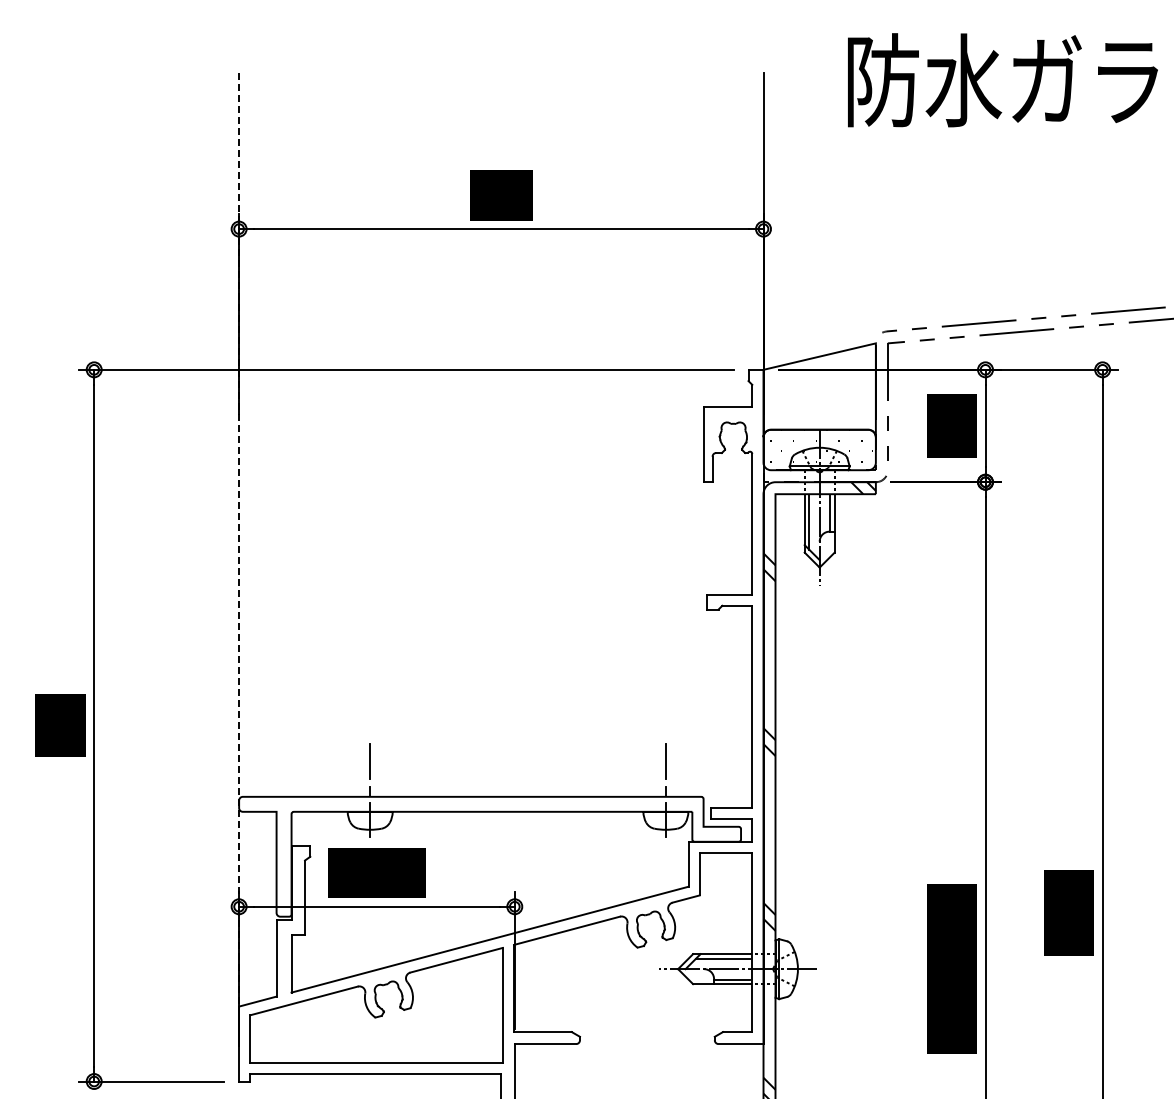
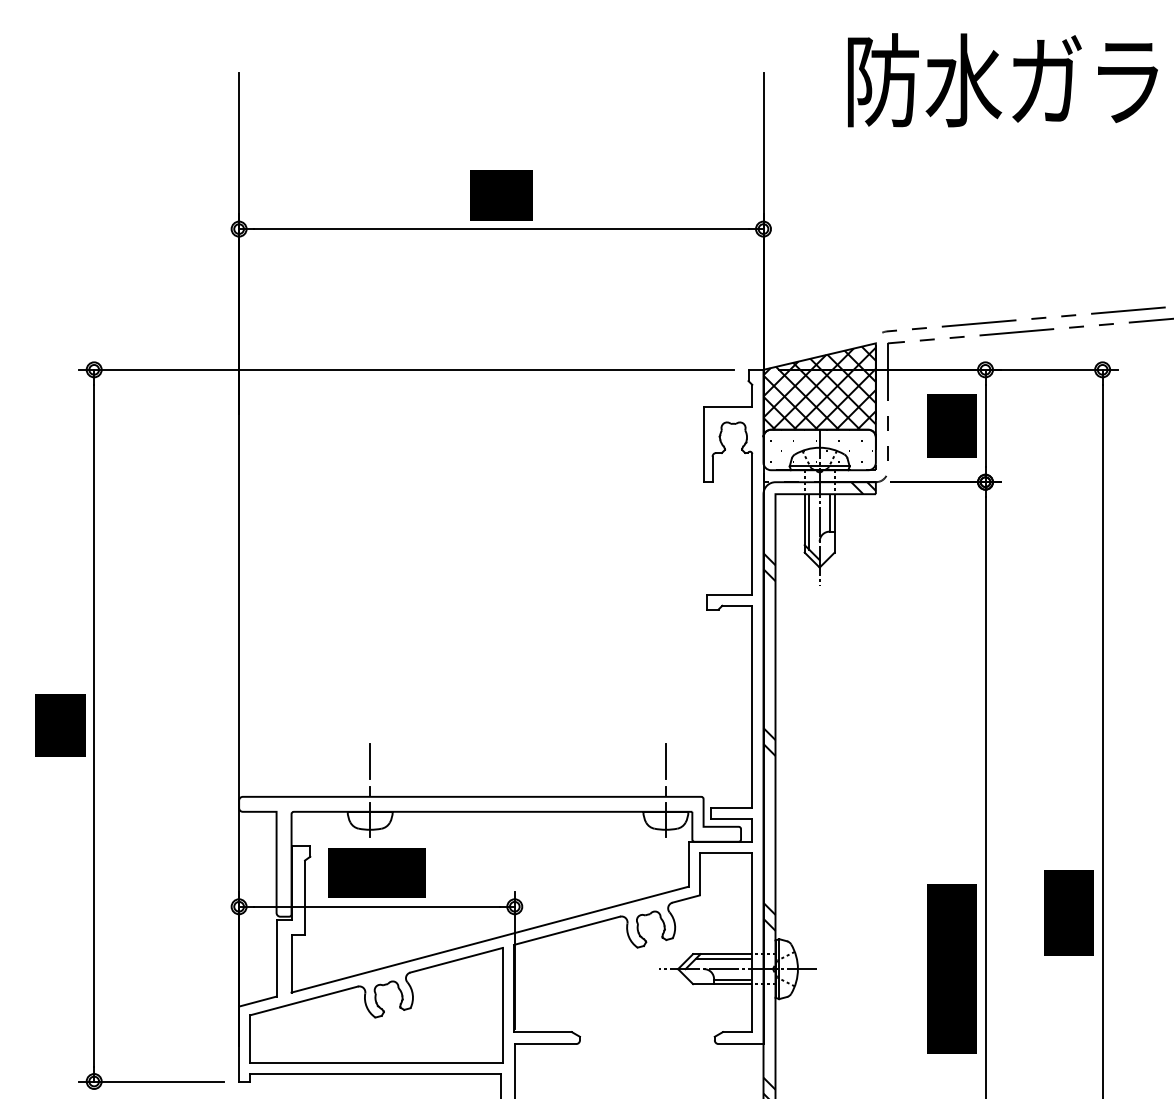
hatch at (819, 389): none -> present
line at (239, 540): dashed -> solid
